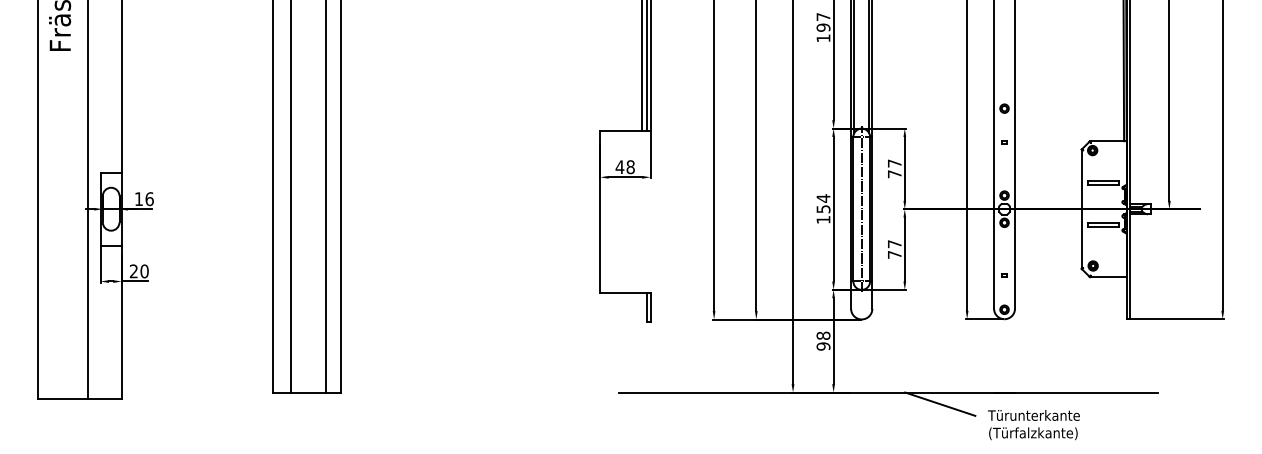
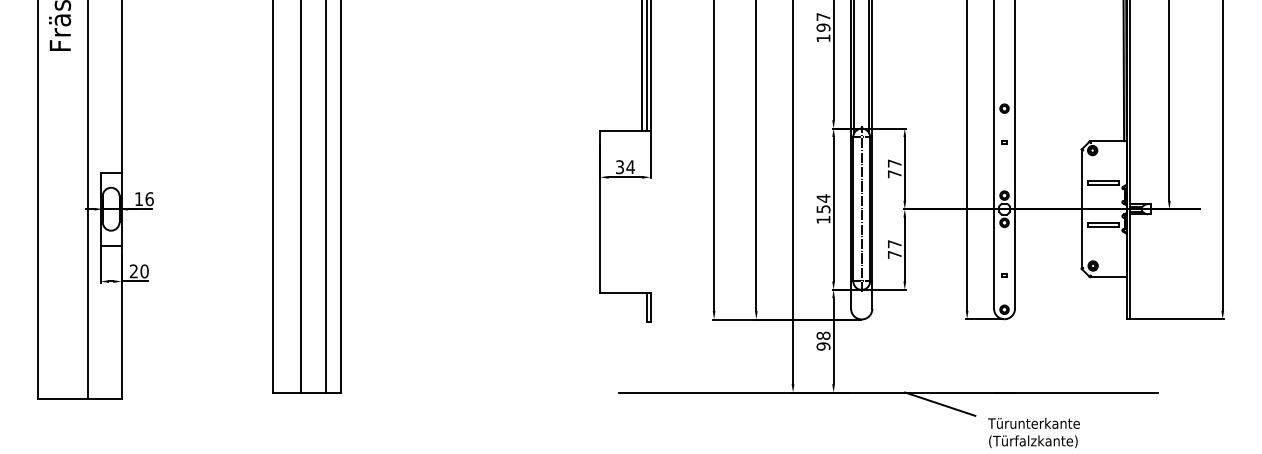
text at (625, 167): 48 -> 34
line at (290, 197) position: (290, 197) -> (300, 197)
text at (1033, 425) position: (1033, 425) -> (1033, 433)
